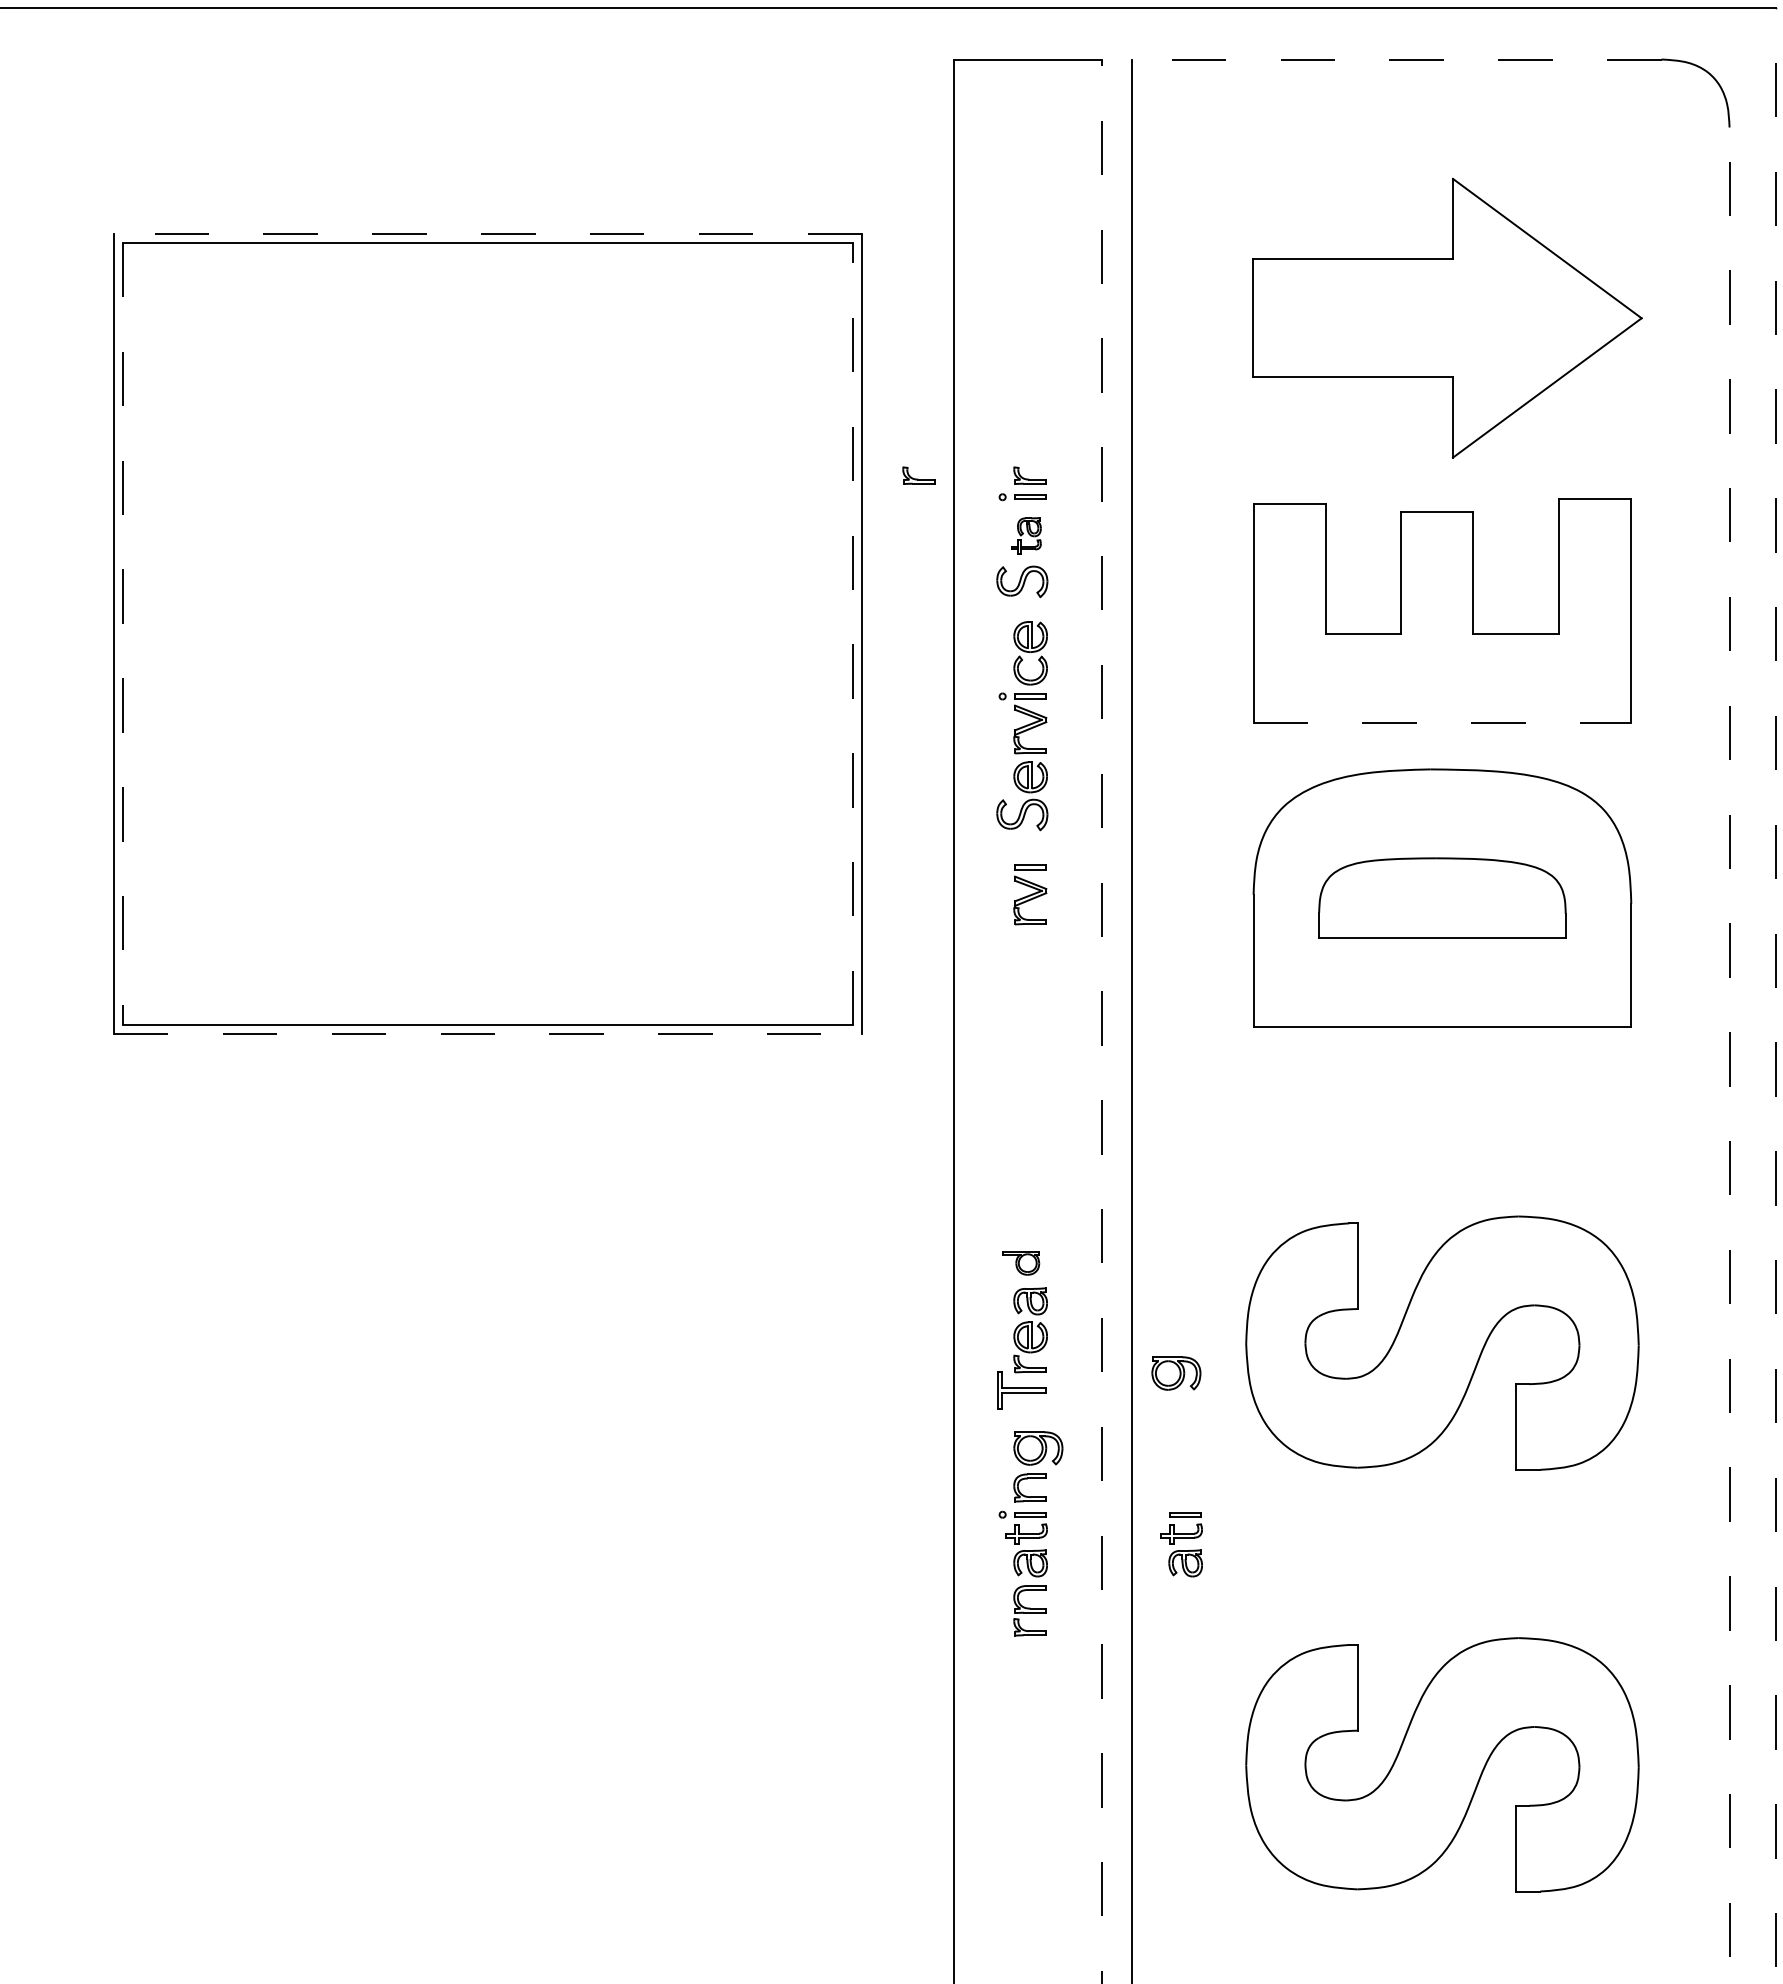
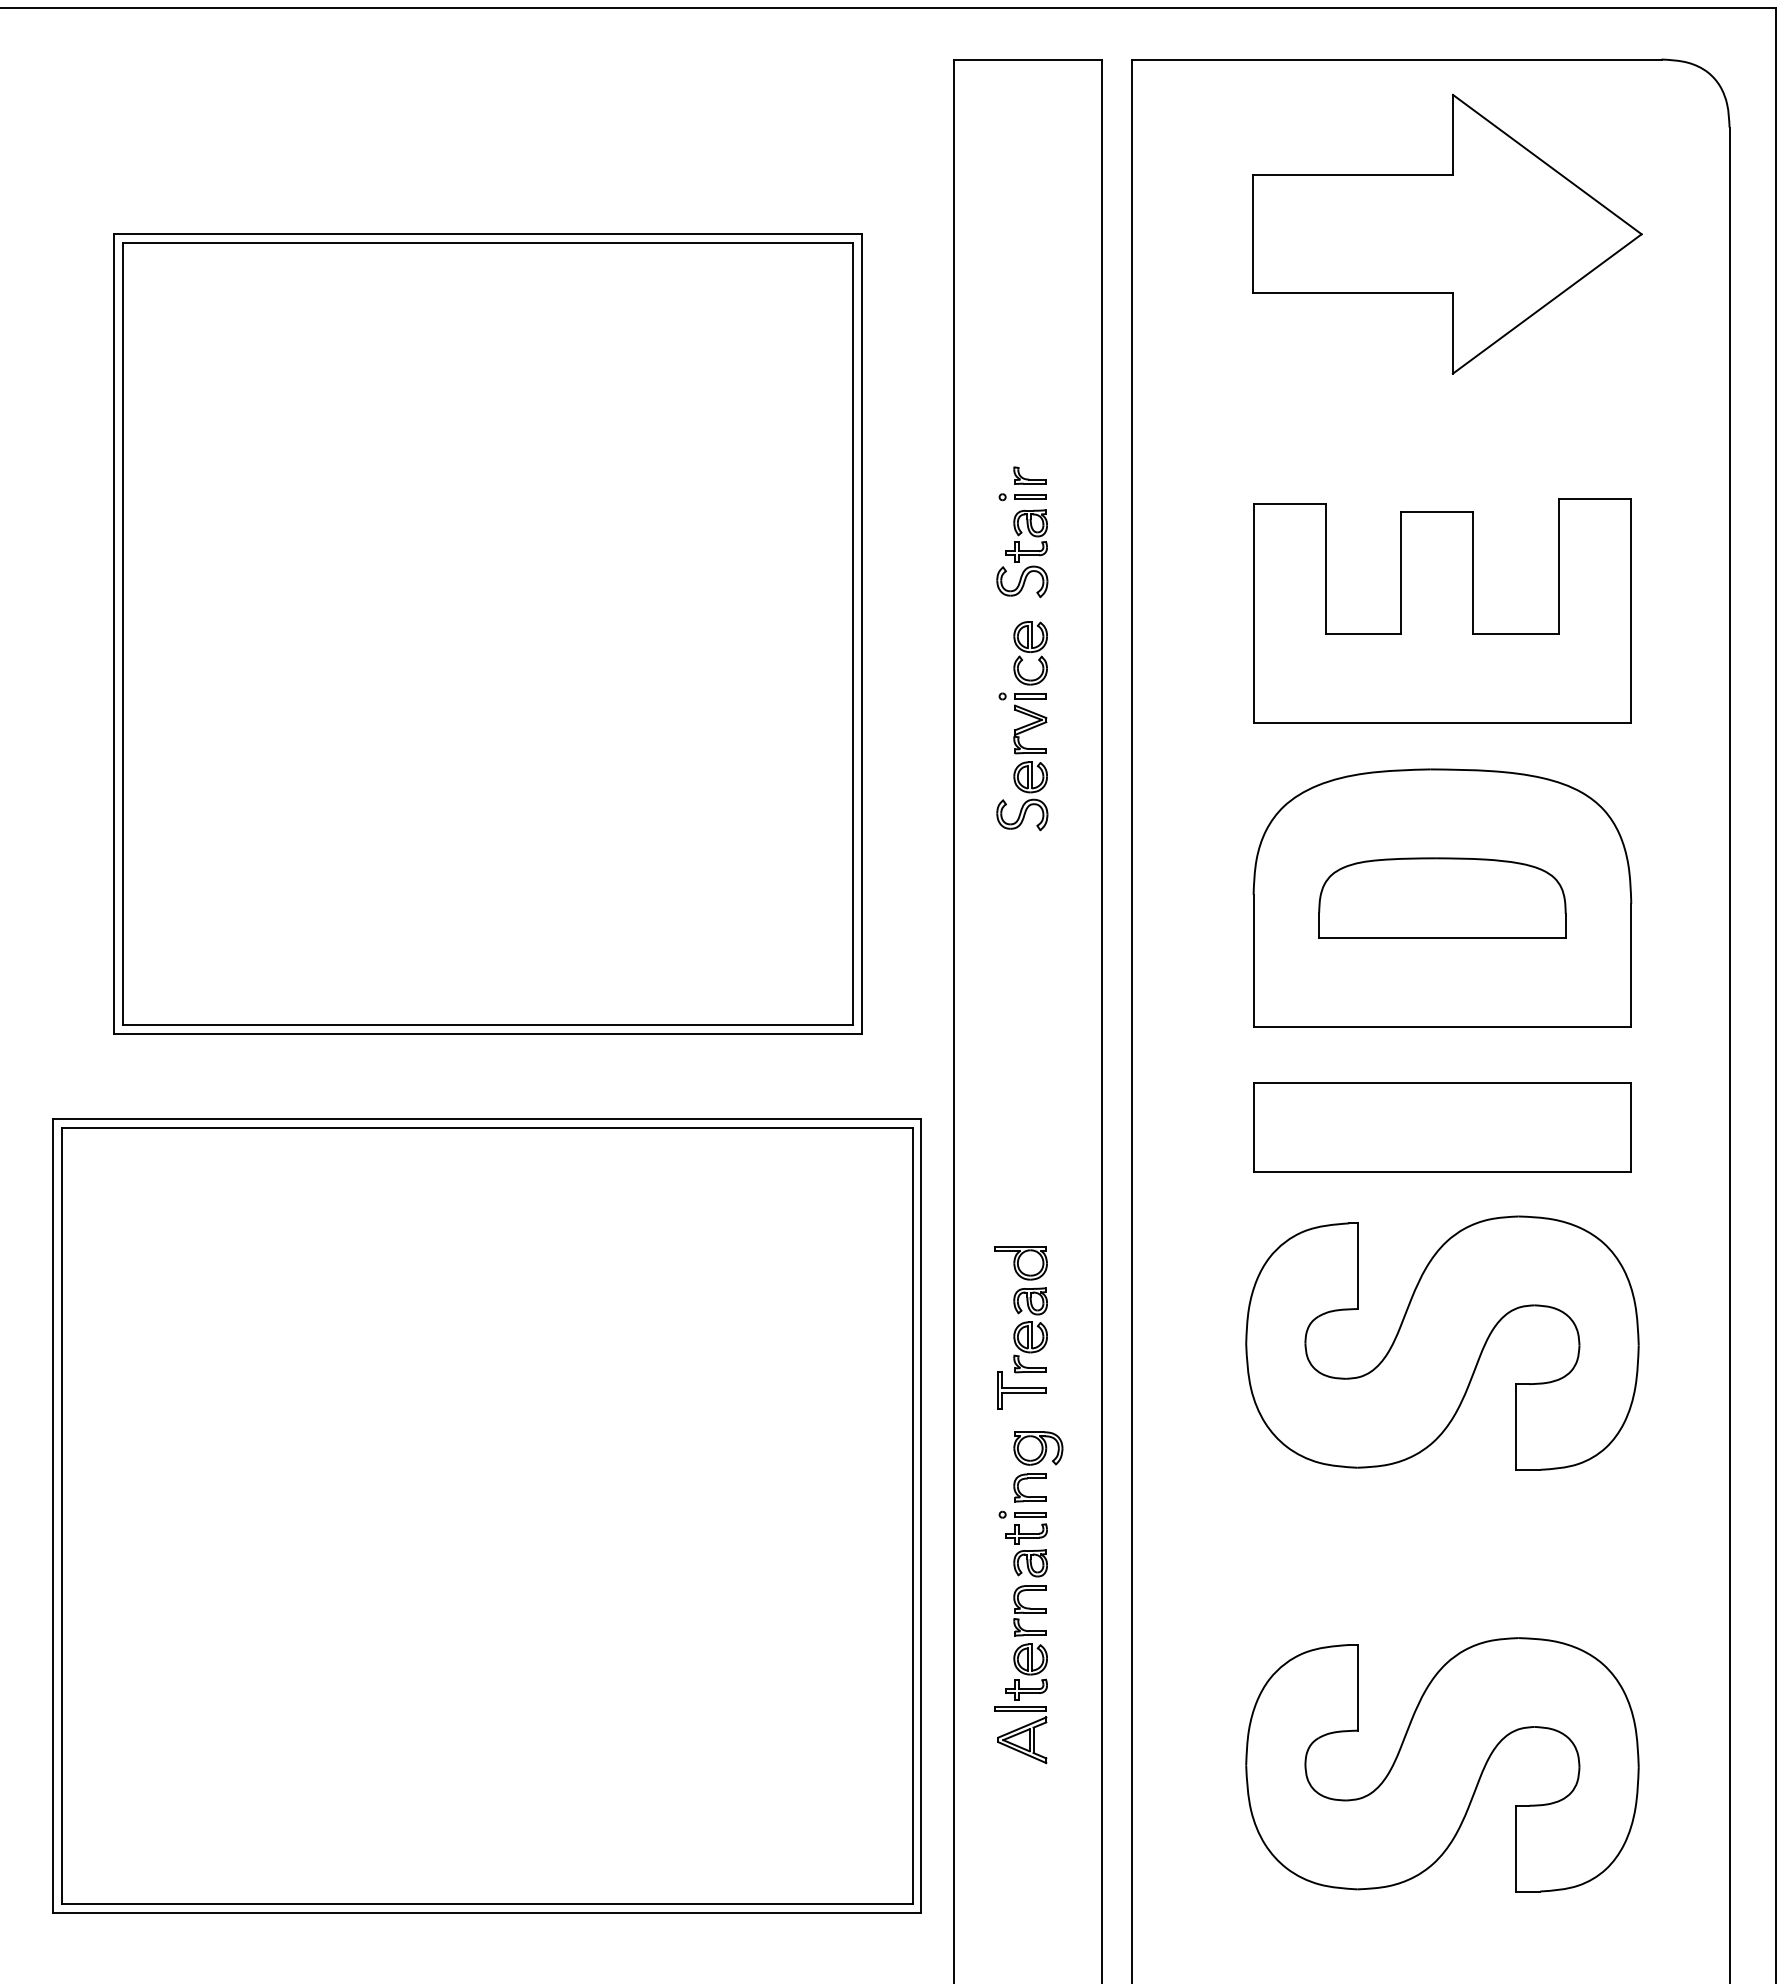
line at (1397, 59): dashed -> solid
line at (488, 234): dashed -> solid
part at (1447, 317) position: (1447, 317) -> (1447, 233)
part at (918, 475): present -> none
part at (1026, 535) size: 31x38 px -> 43x54 px
line at (853, 633): dashed -> solid
line at (122, 634): dashed -> solid
line at (1442, 722): dashed -> solid
part at (1030, 894): present -> none
line at (1775, 996): dashed -> solid
line at (1102, 1021): dashed -> solid
line at (488, 1033): dashed -> solid
line at (1729, 1055): dashed -> solid
part at (1442, 1127): none -> present
part at (1021, 1263) size: 39x25 px -> 54x35 px
part at (1176, 1373): present -> none
part at (486, 1515): none -> present
part at (1181, 1544): present -> none
part at (1020, 1703): none -> present
